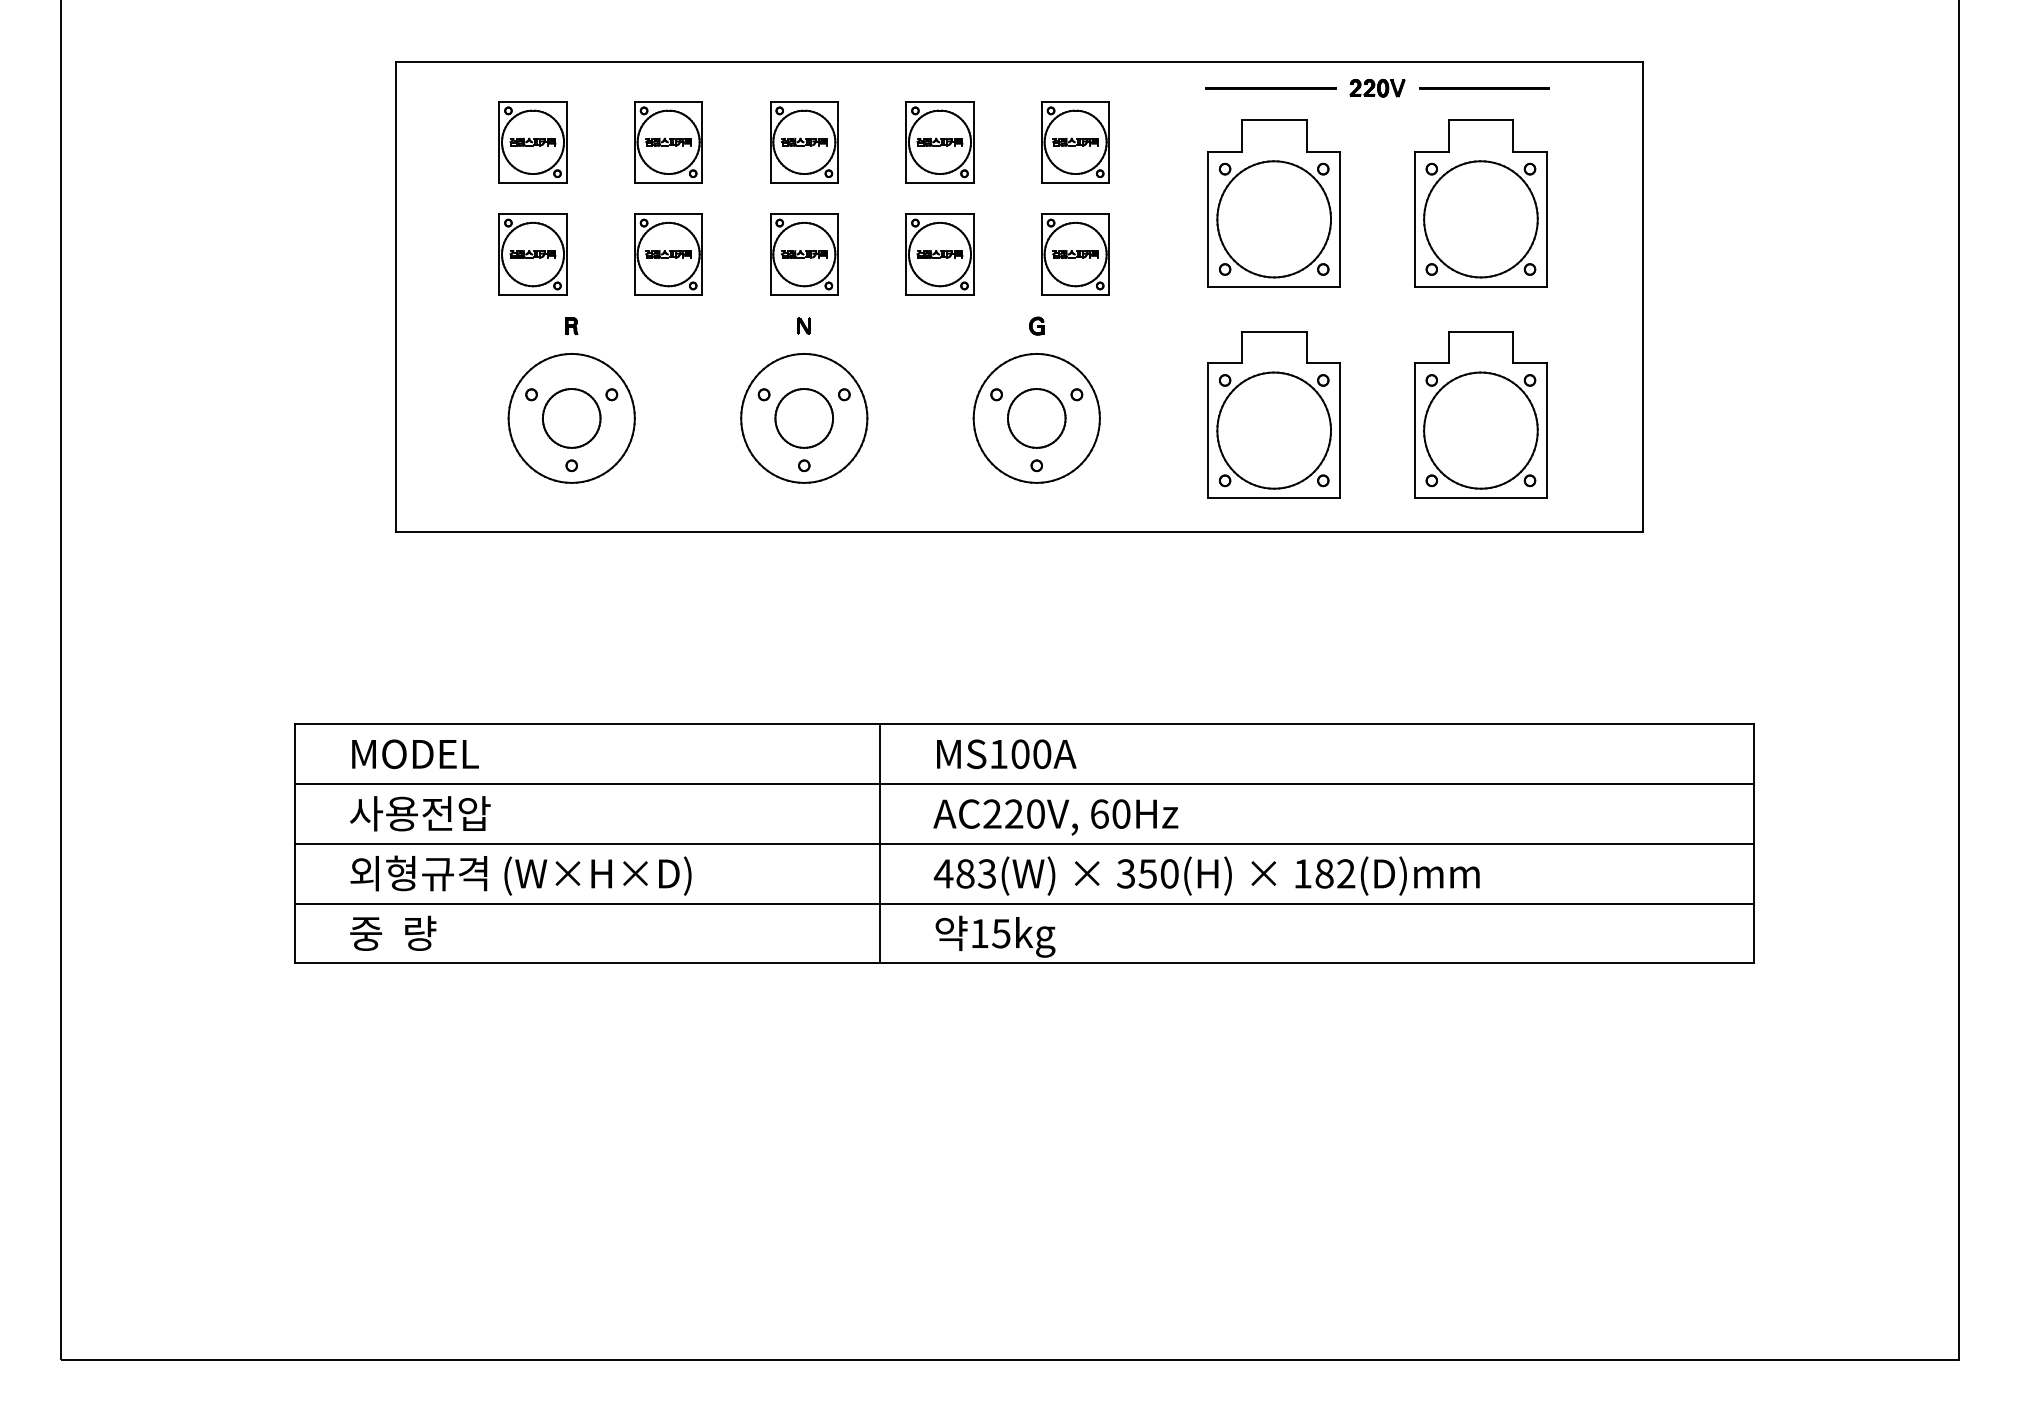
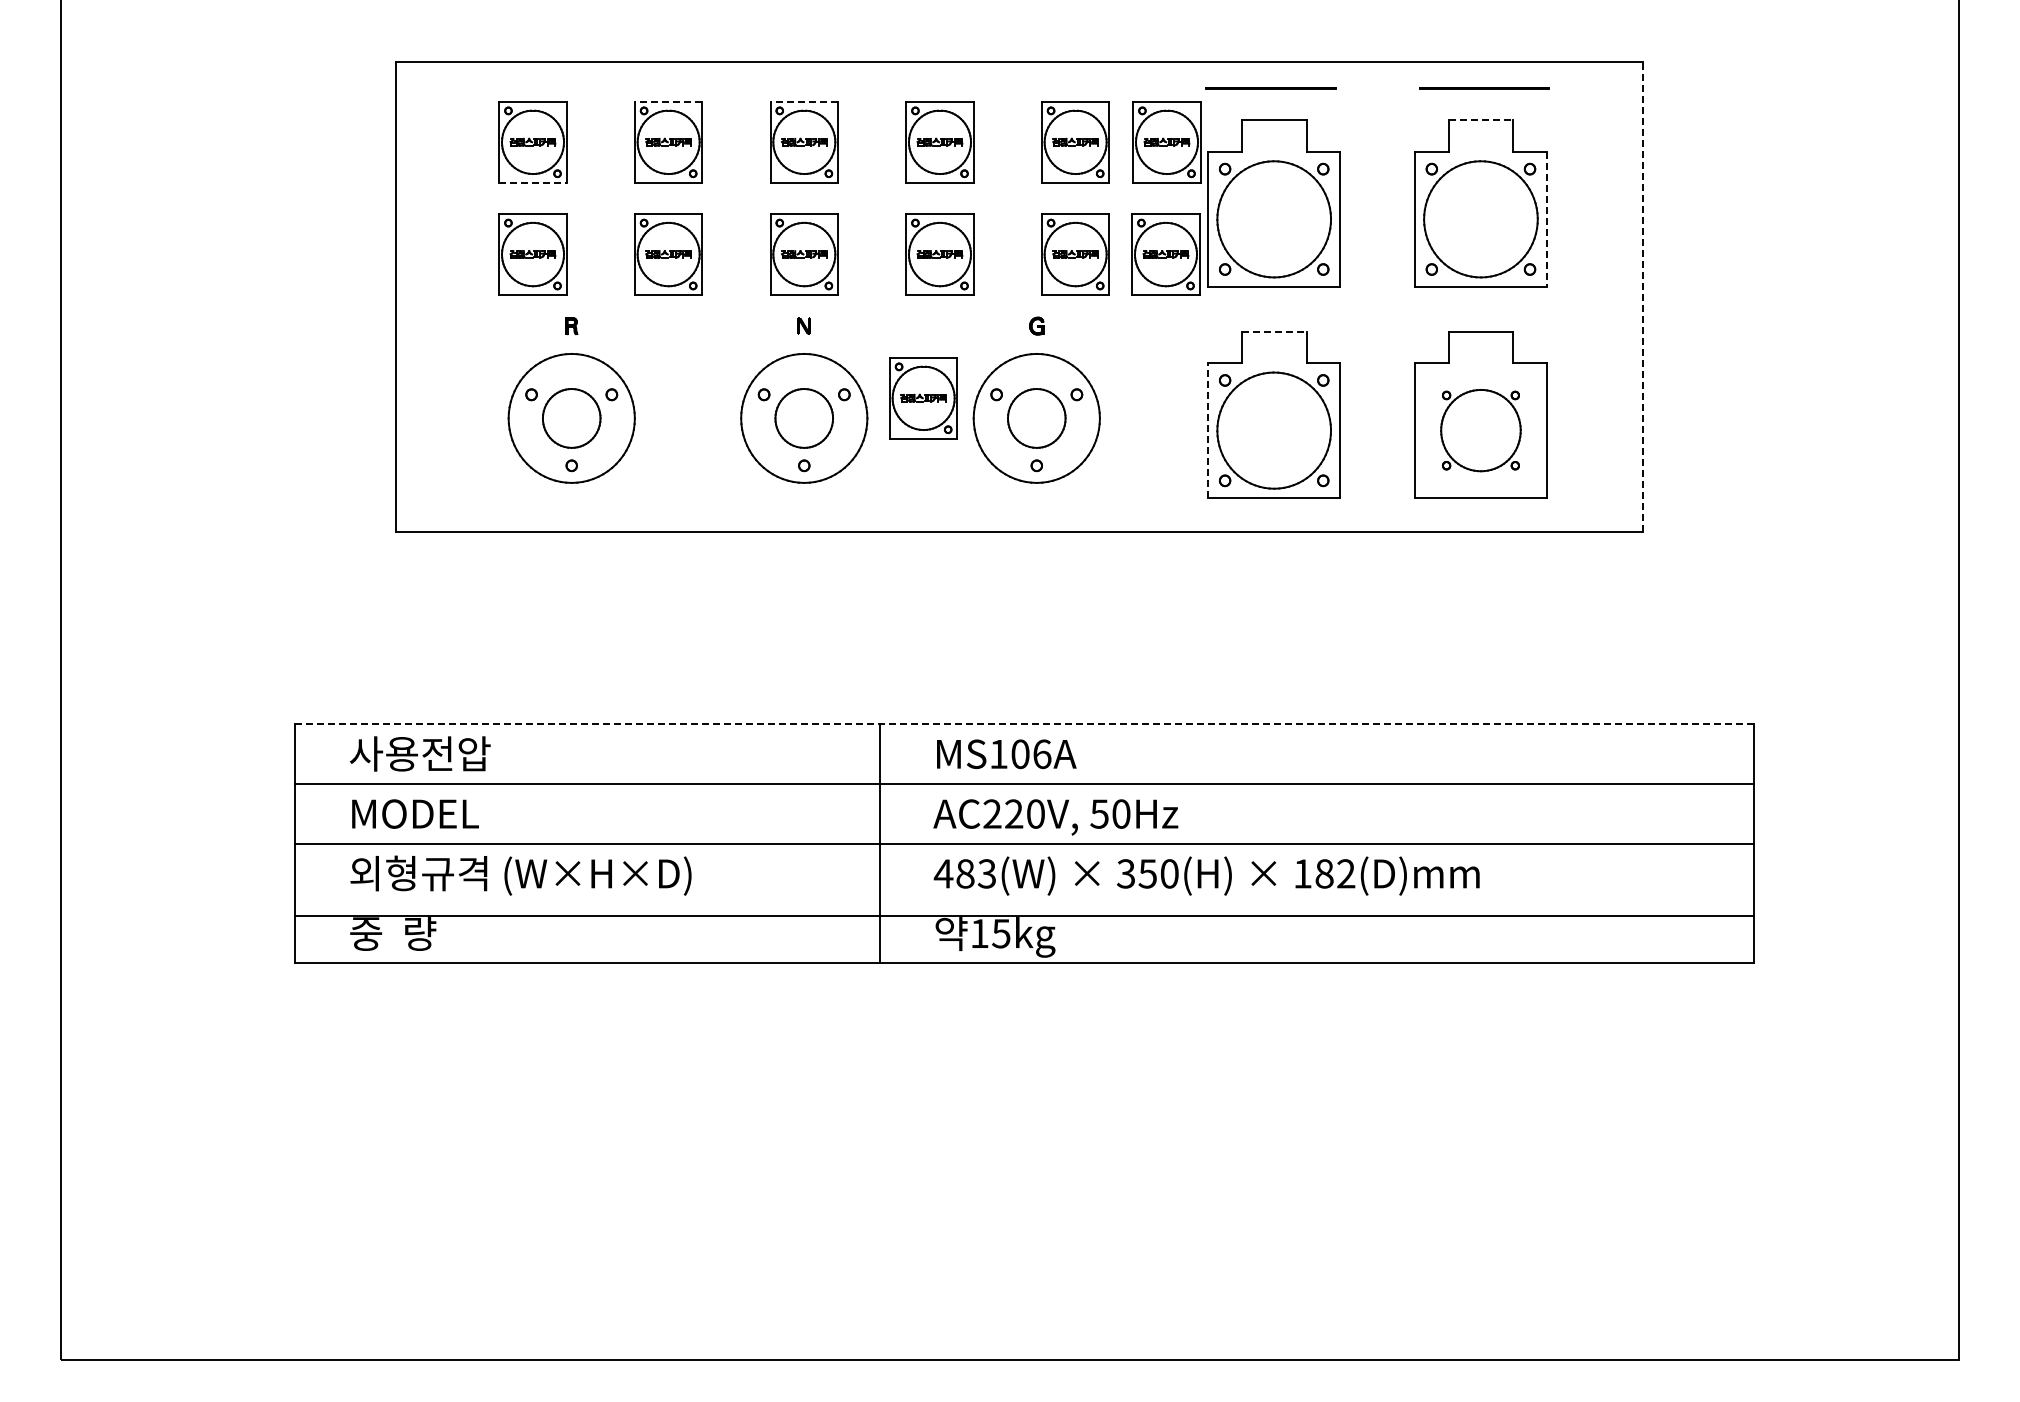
part at (1377, 88): present -> none
line at (668, 101): solid -> dashed
line at (804, 101): solid -> dashed
line at (1481, 120): solid -> dashed
part at (1166, 142): none -> present
line at (533, 183): solid -> dashed
line at (1546, 219): solid -> dashed
part at (1165, 254): none -> present
line at (1643, 296): solid -> dashed
line at (1274, 331): solid -> dashed
part at (923, 398): none -> present
line at (1208, 430): solid -> dashed
part at (1480, 430) size: 116x119 px -> 82x84 px
line at (1025, 724): solid -> dashed
text at (419, 753): MODEL -> 사용전압
text at (1042, 753): MS100A -> MS106A
text at (419, 813): 사용전압 -> MODEL
text at (1099, 813): 60Hz -> 50Hz
line at (1024, 903) position: (1024, 903) -> (1024, 915)
